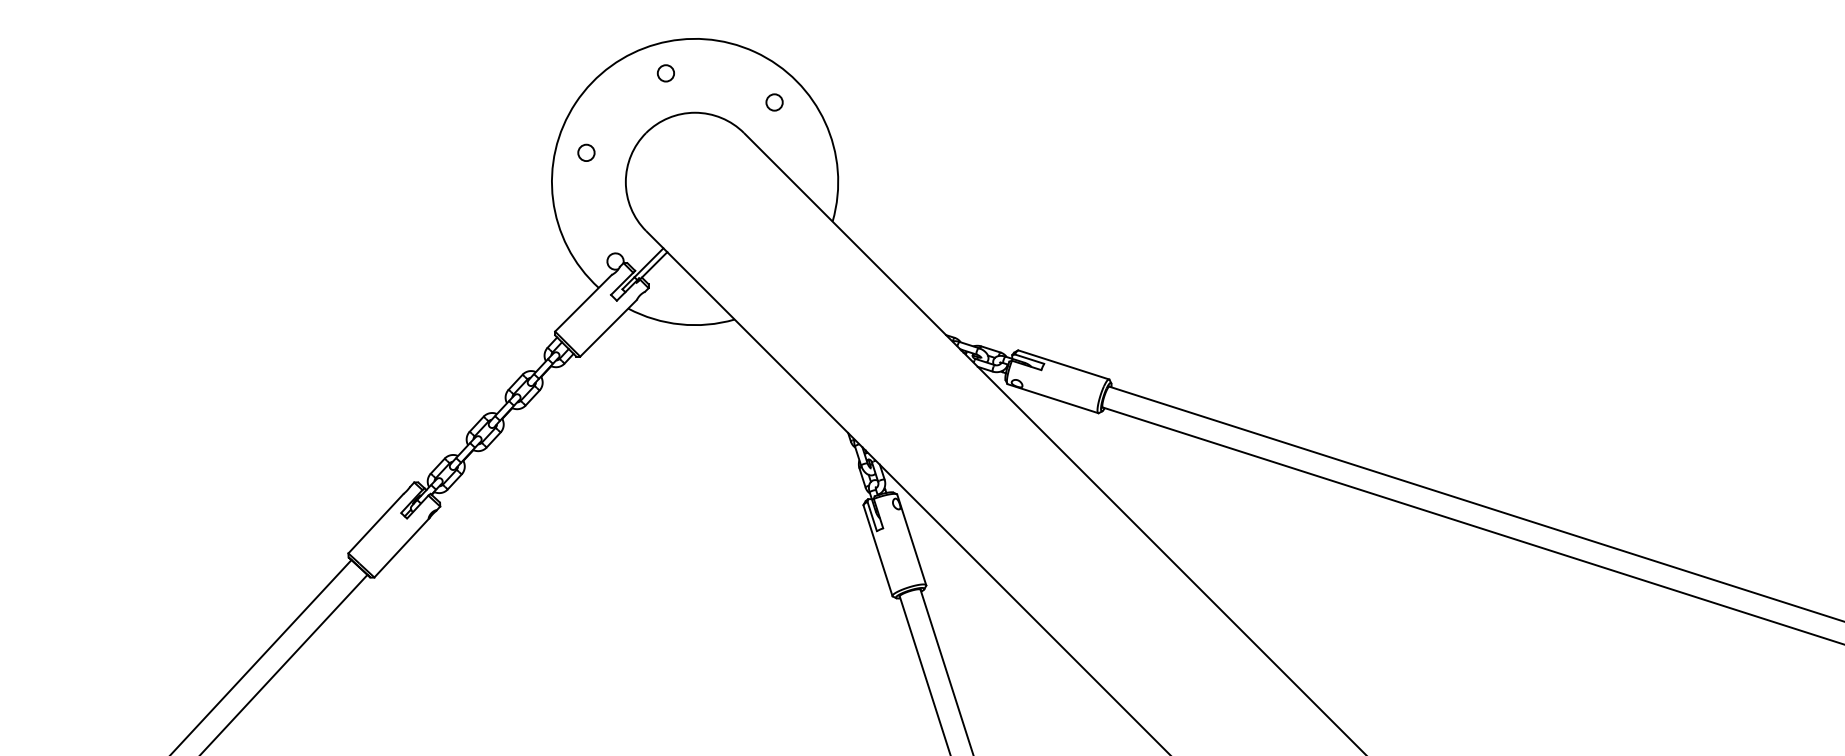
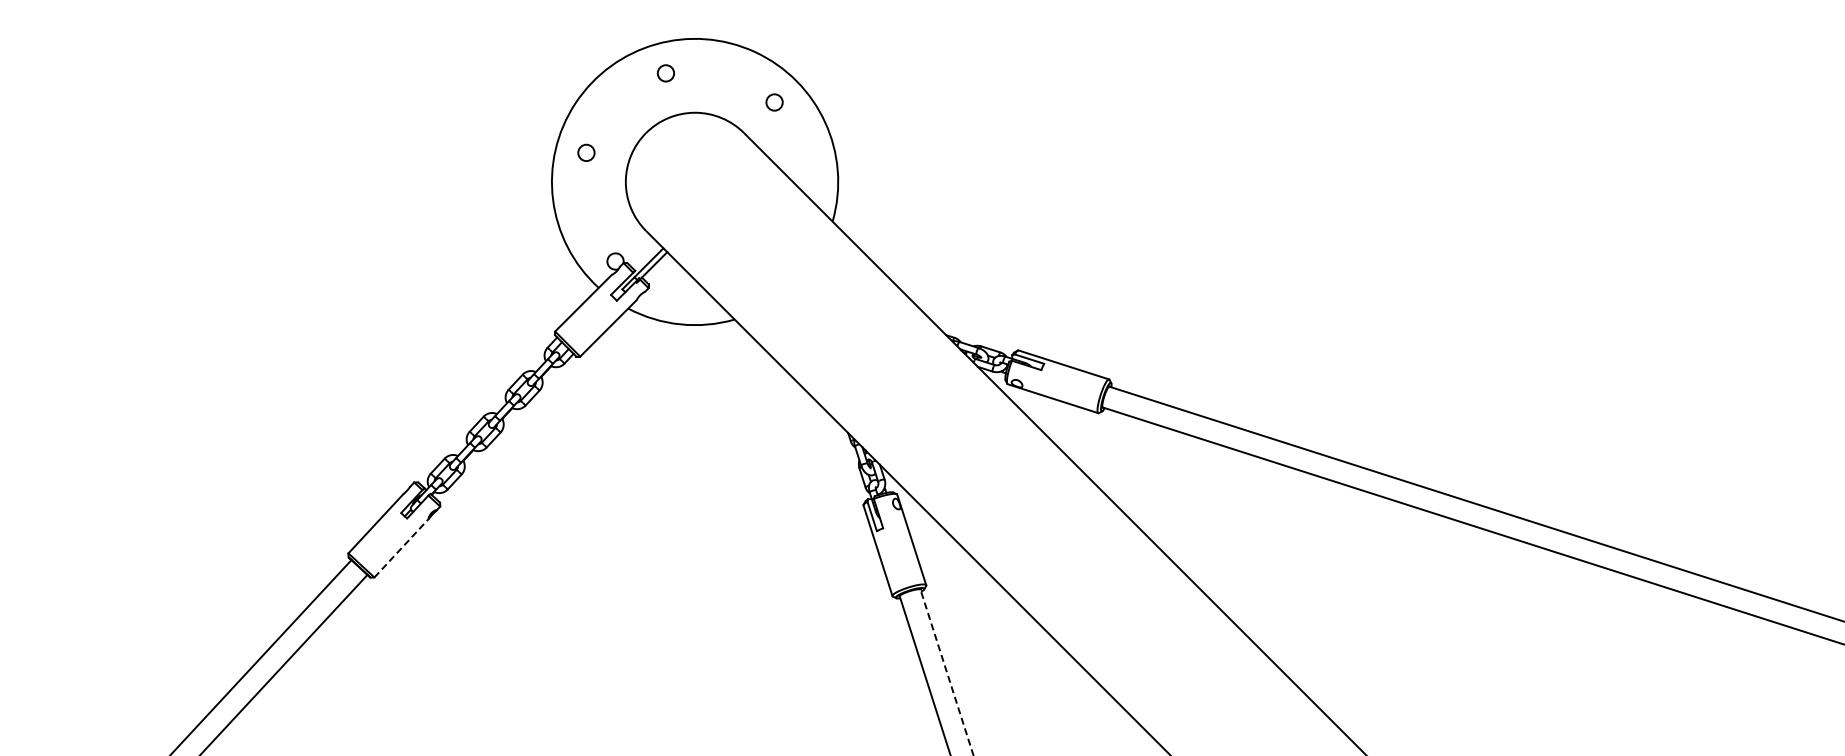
line at (402, 547): solid -> dashed
line at (946, 672): solid -> dashed
